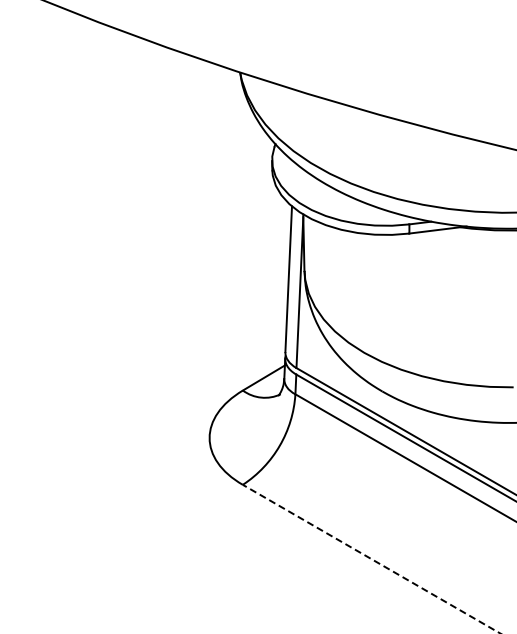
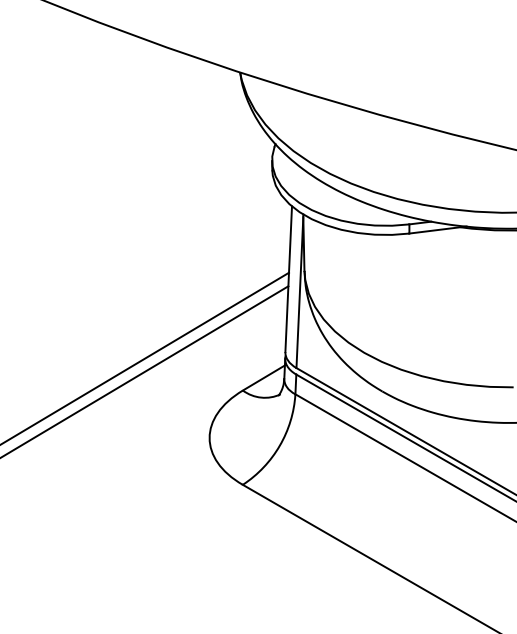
line at (145, 357): none -> present
line at (145, 371): none -> present
line at (371, 559): dashed -> solid
